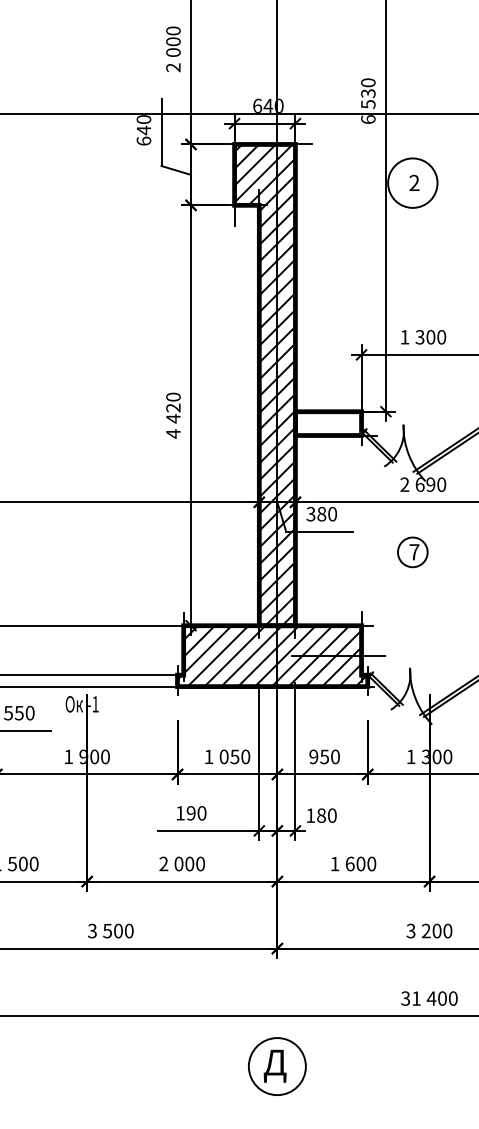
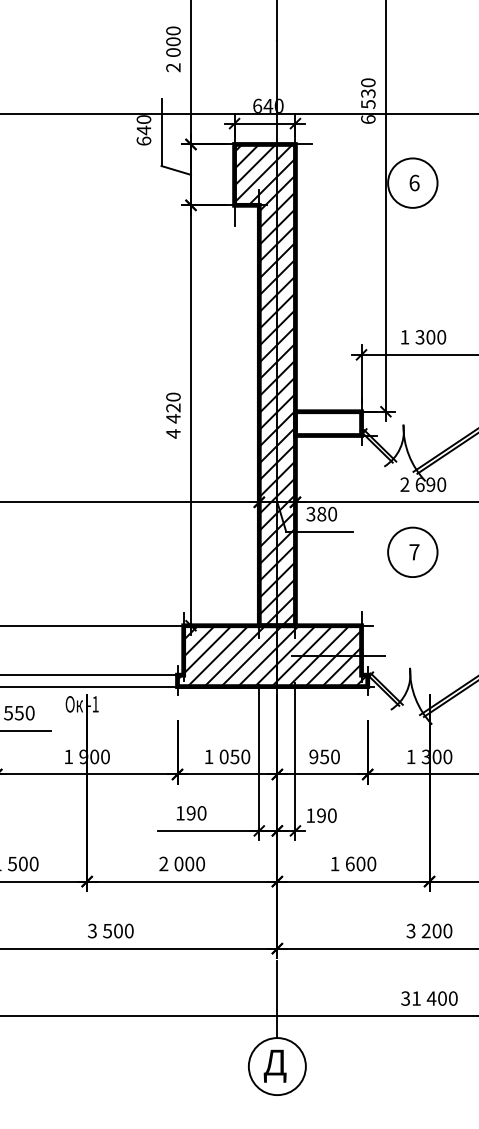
text at (414, 182): 2 -> 6
circle at (412, 552) diameter: 30 px -> 49 px
text at (321, 815): 180 -> 190
line at (277, 999): none -> present
